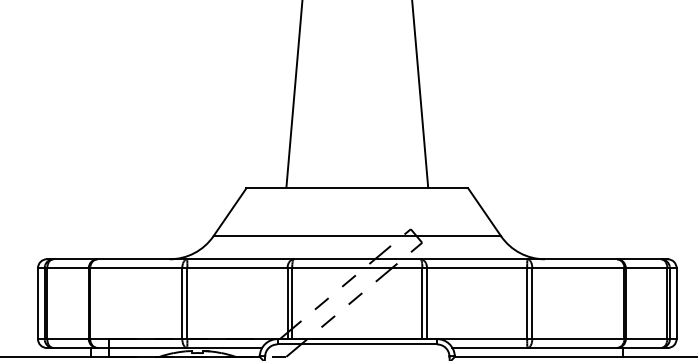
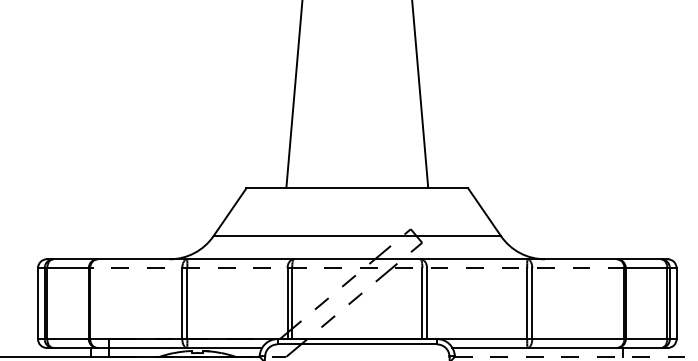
line at (357, 268): solid -> dashed
line at (576, 356): solid -> dashed
